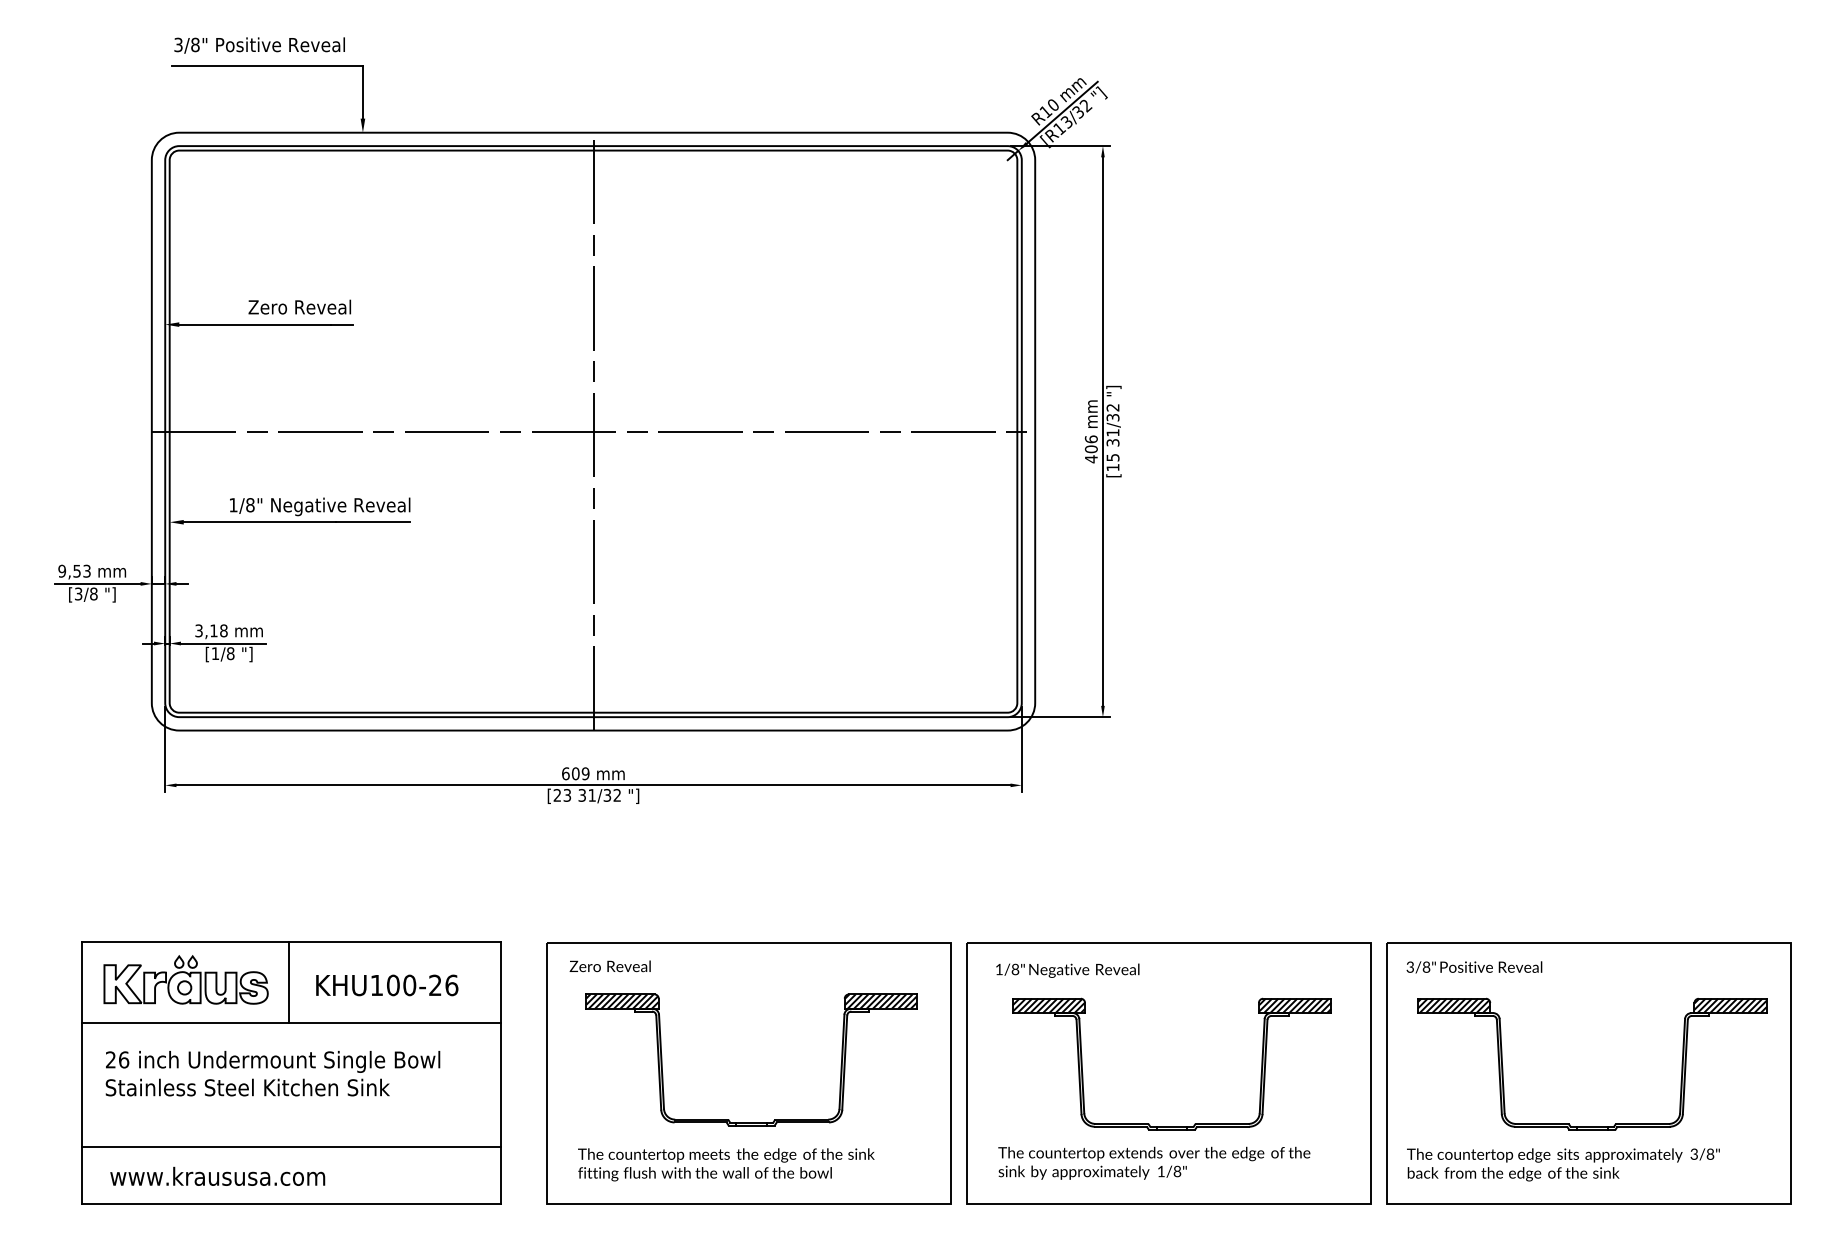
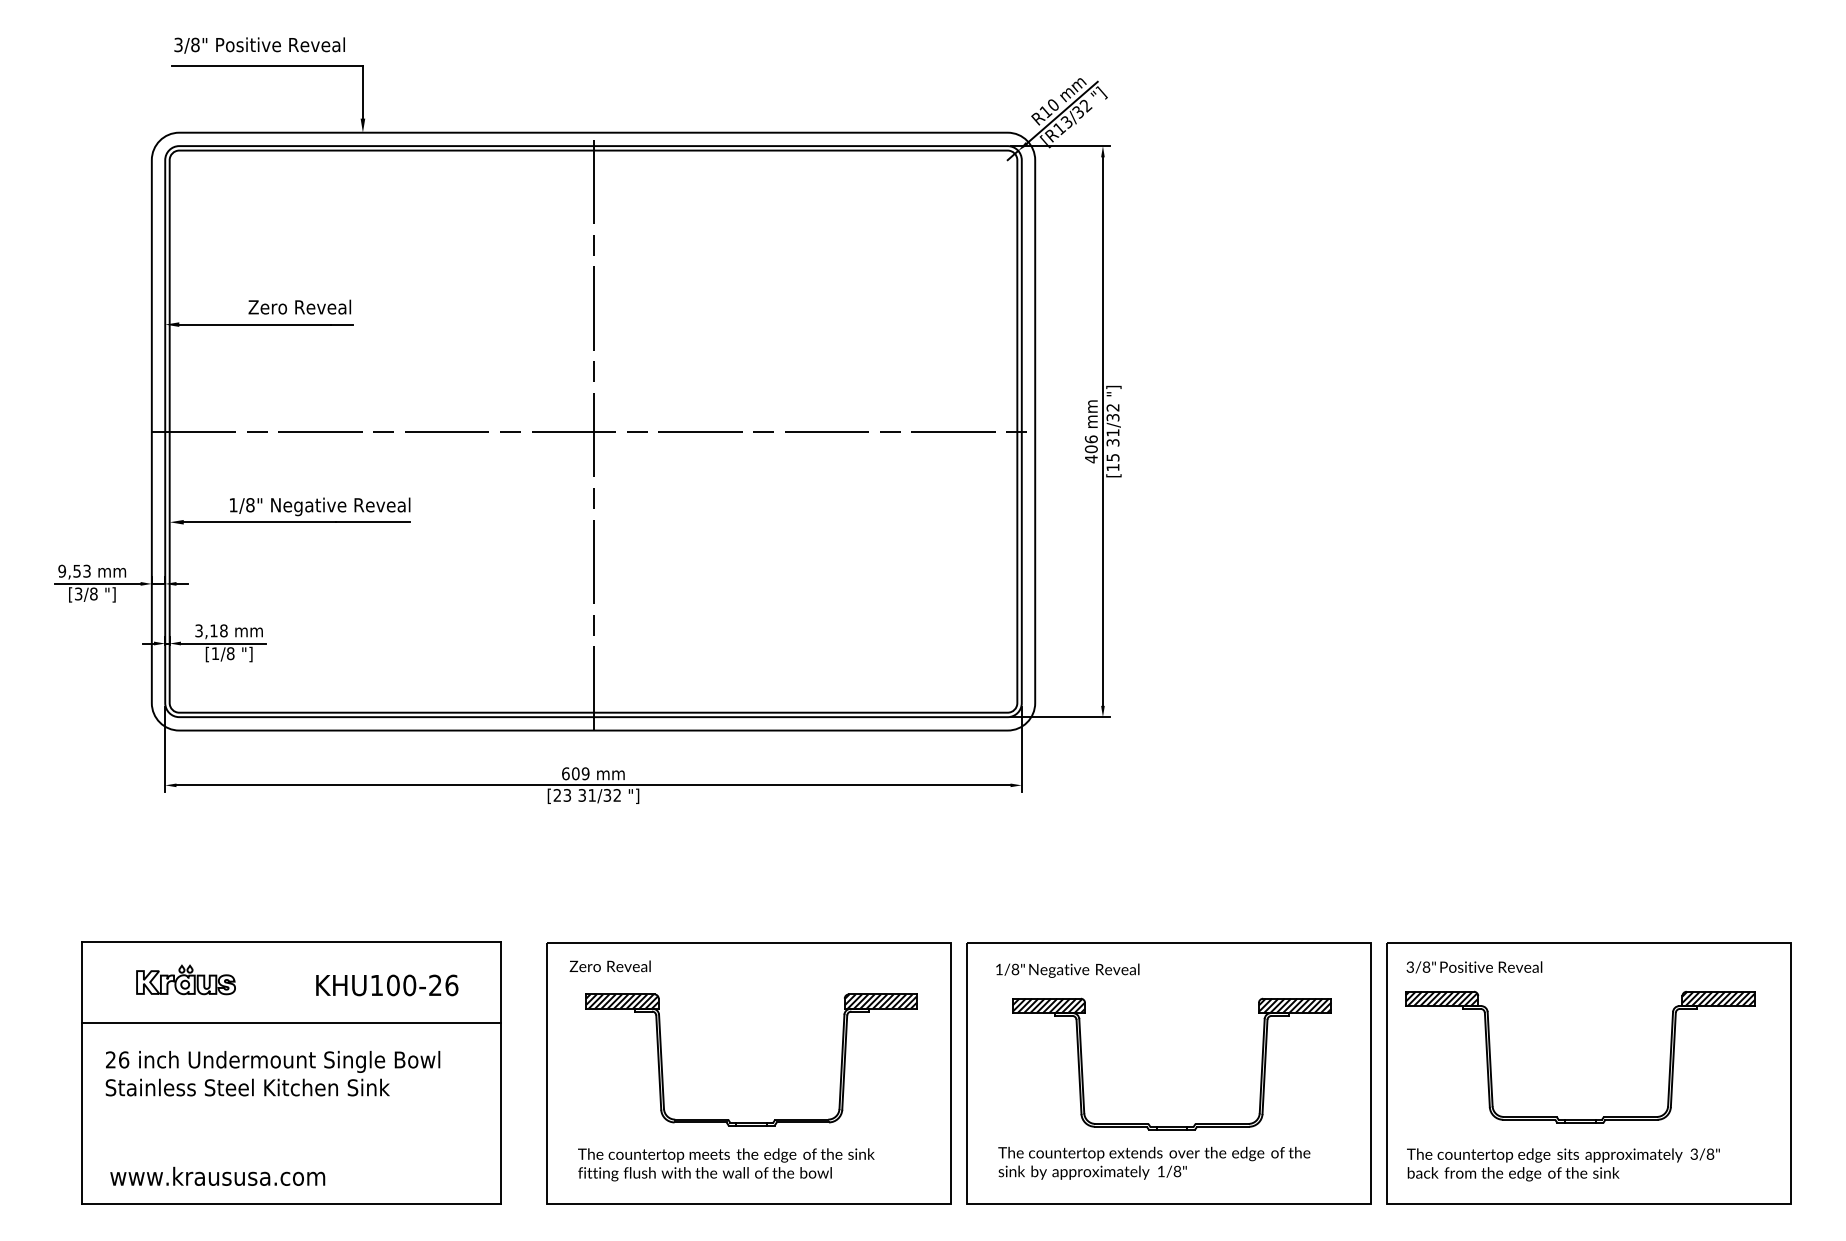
part at (185, 979) size: 166x50 px -> 100x32 px
line at (288, 982): present -> none
part at (1592, 1126) position: (1592, 1126) -> (1580, 1119)
line at (290, 1146): present -> none
